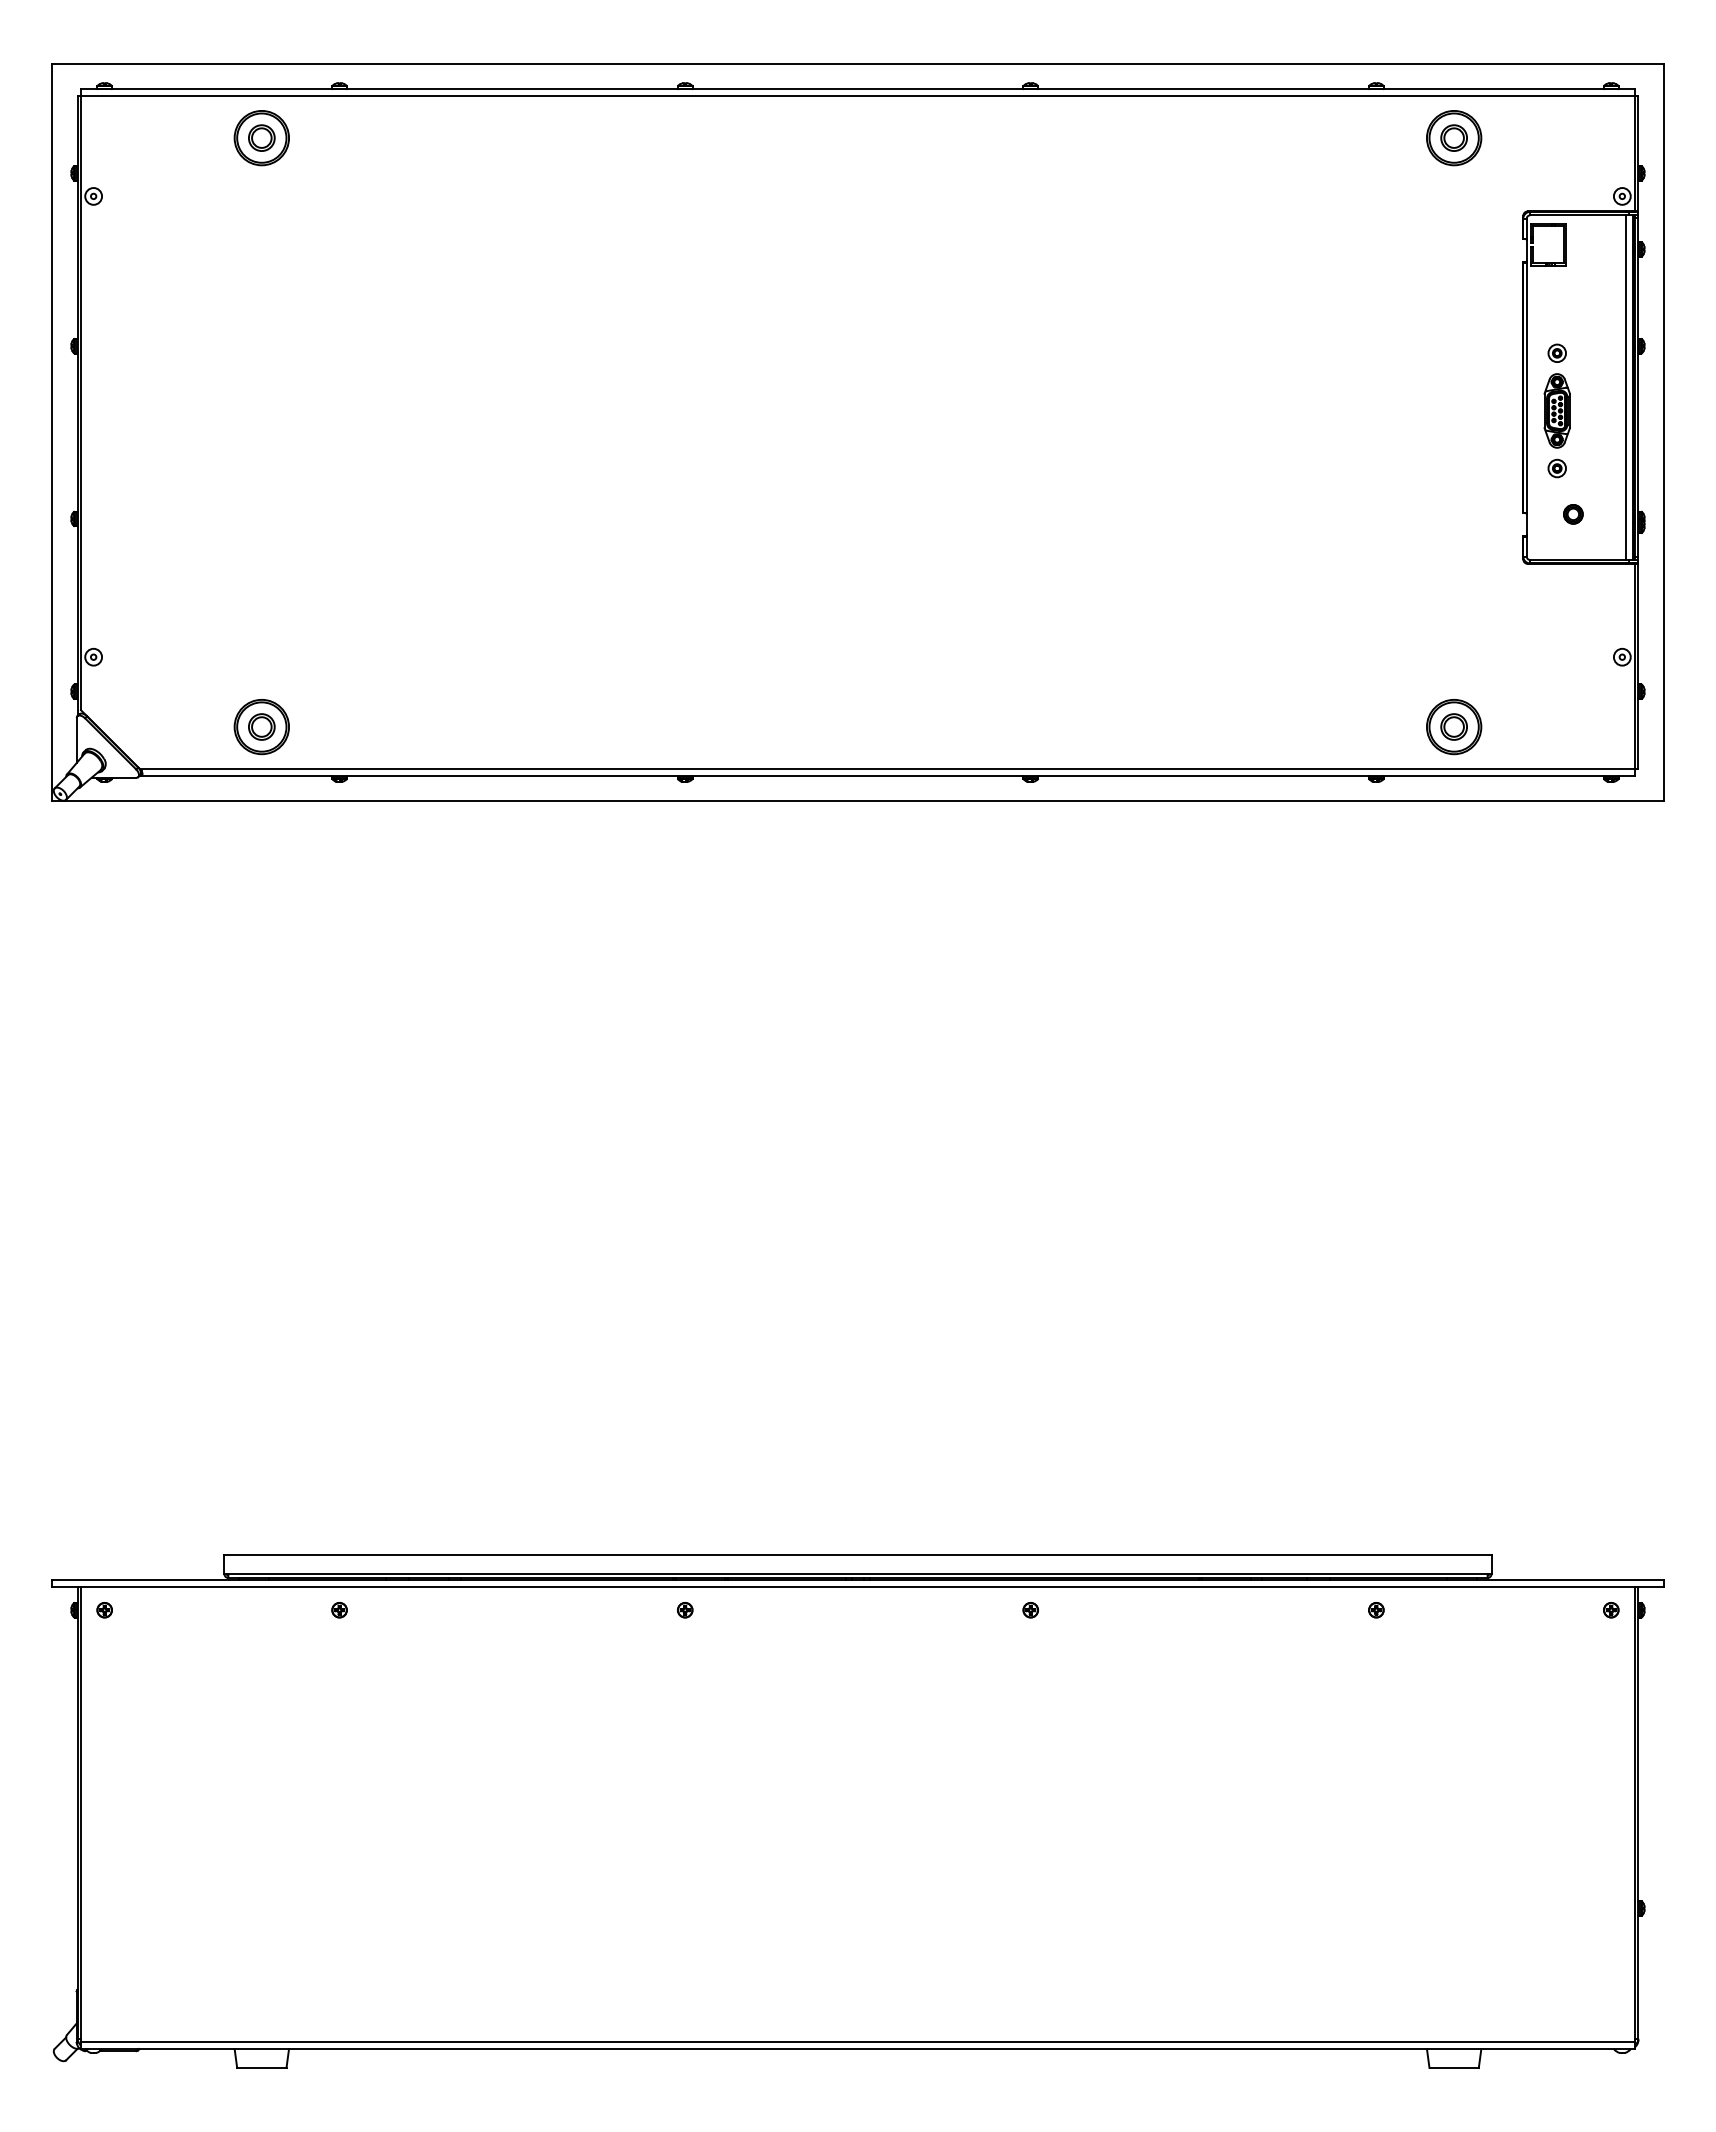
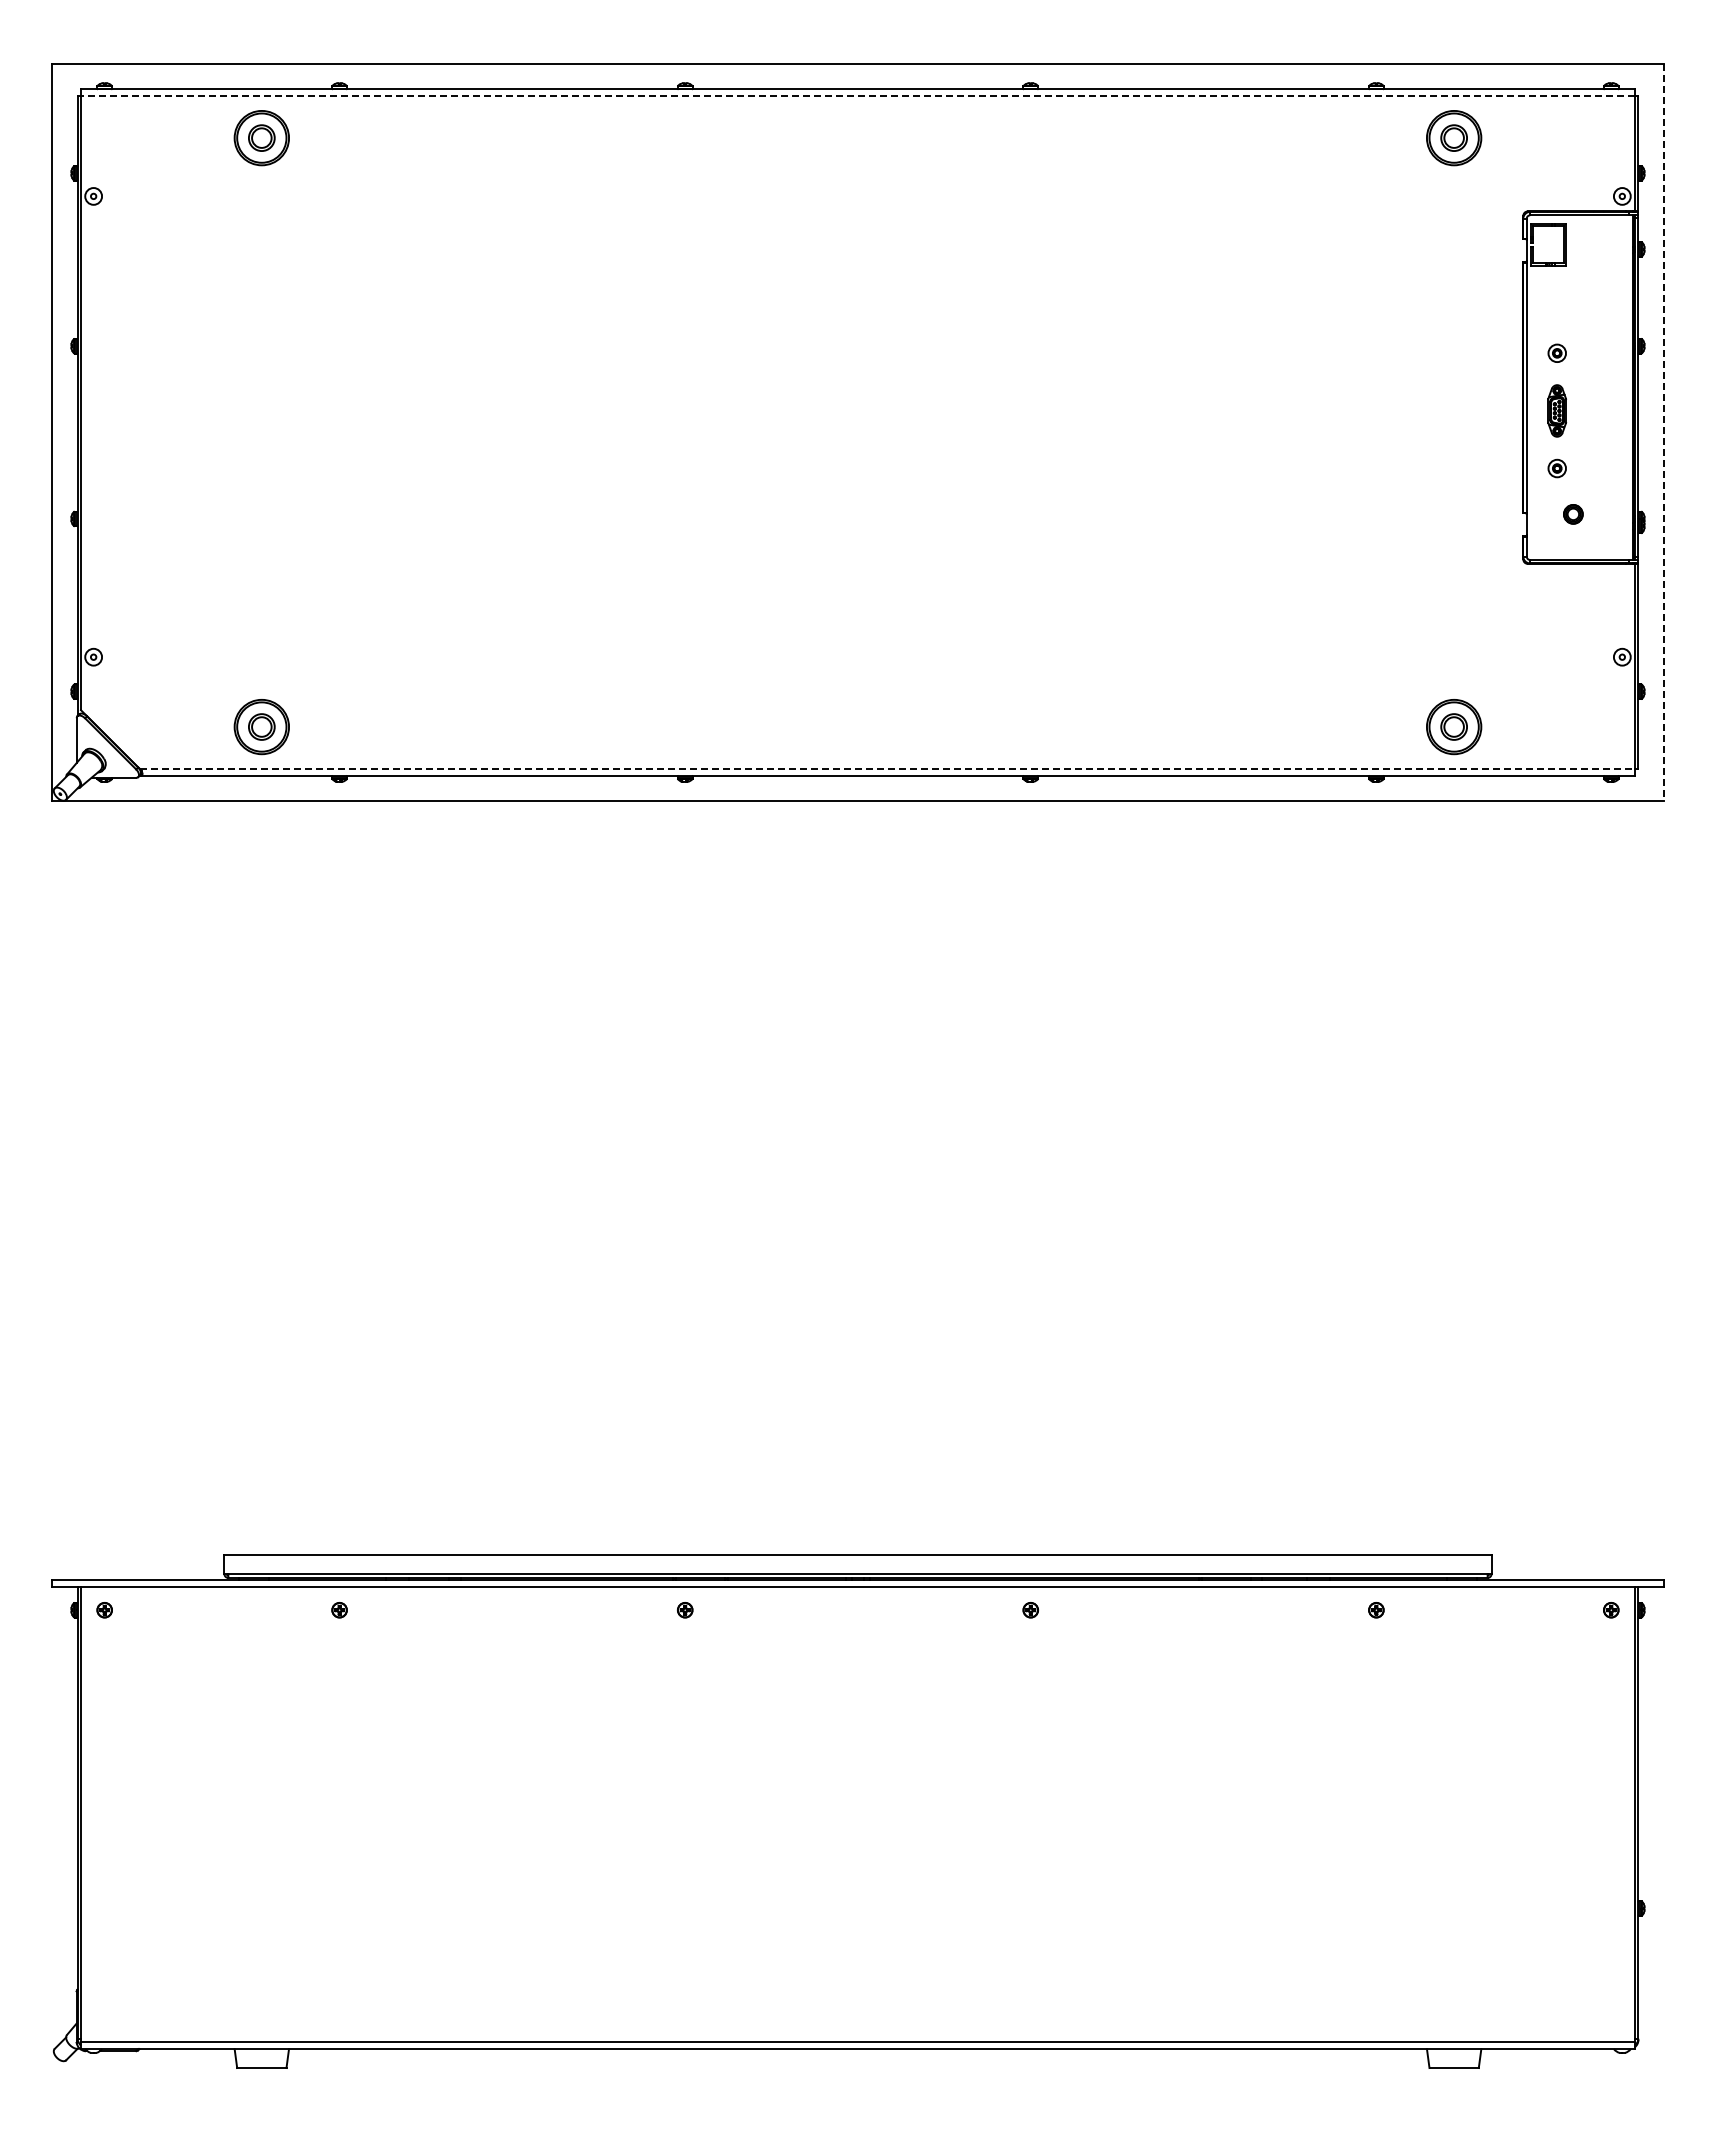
line at (857, 96): solid -> dashed
line at (1626, 387): present -> none
part at (1556, 410) size: 28x76 px -> 20x54 px
line at (1664, 432): solid -> dashed
line at (887, 768): solid -> dashed
